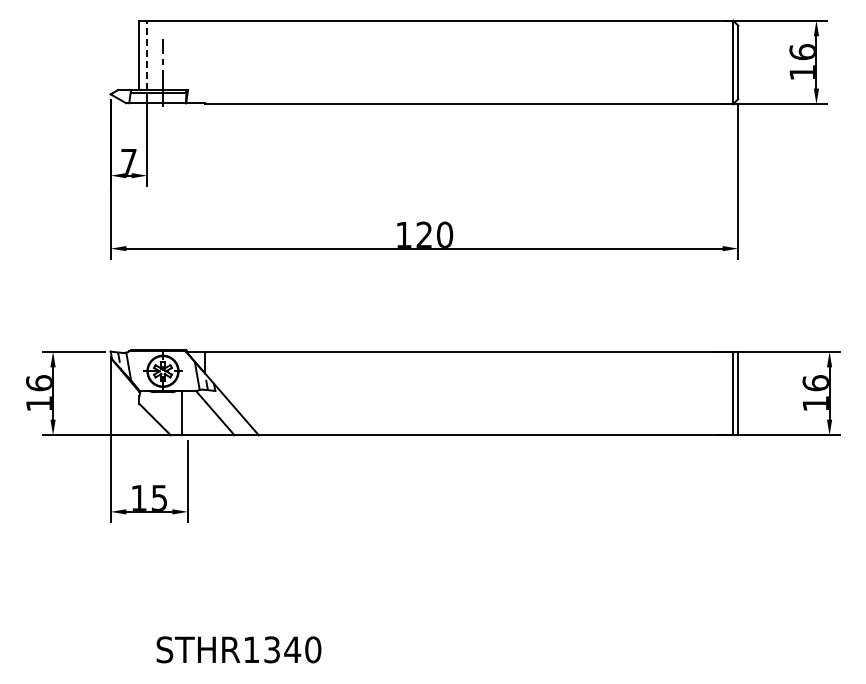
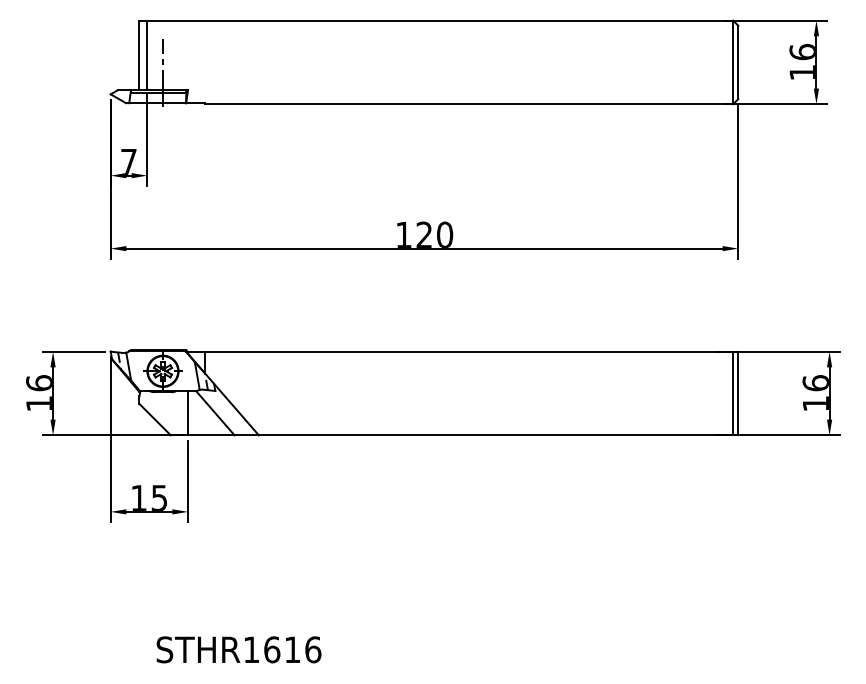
line at (147, 55): dashed -> solid
line at (182, 413) position: (182, 413) -> (188, 413)
text at (292, 649): STHR1340 -> STHR1616
